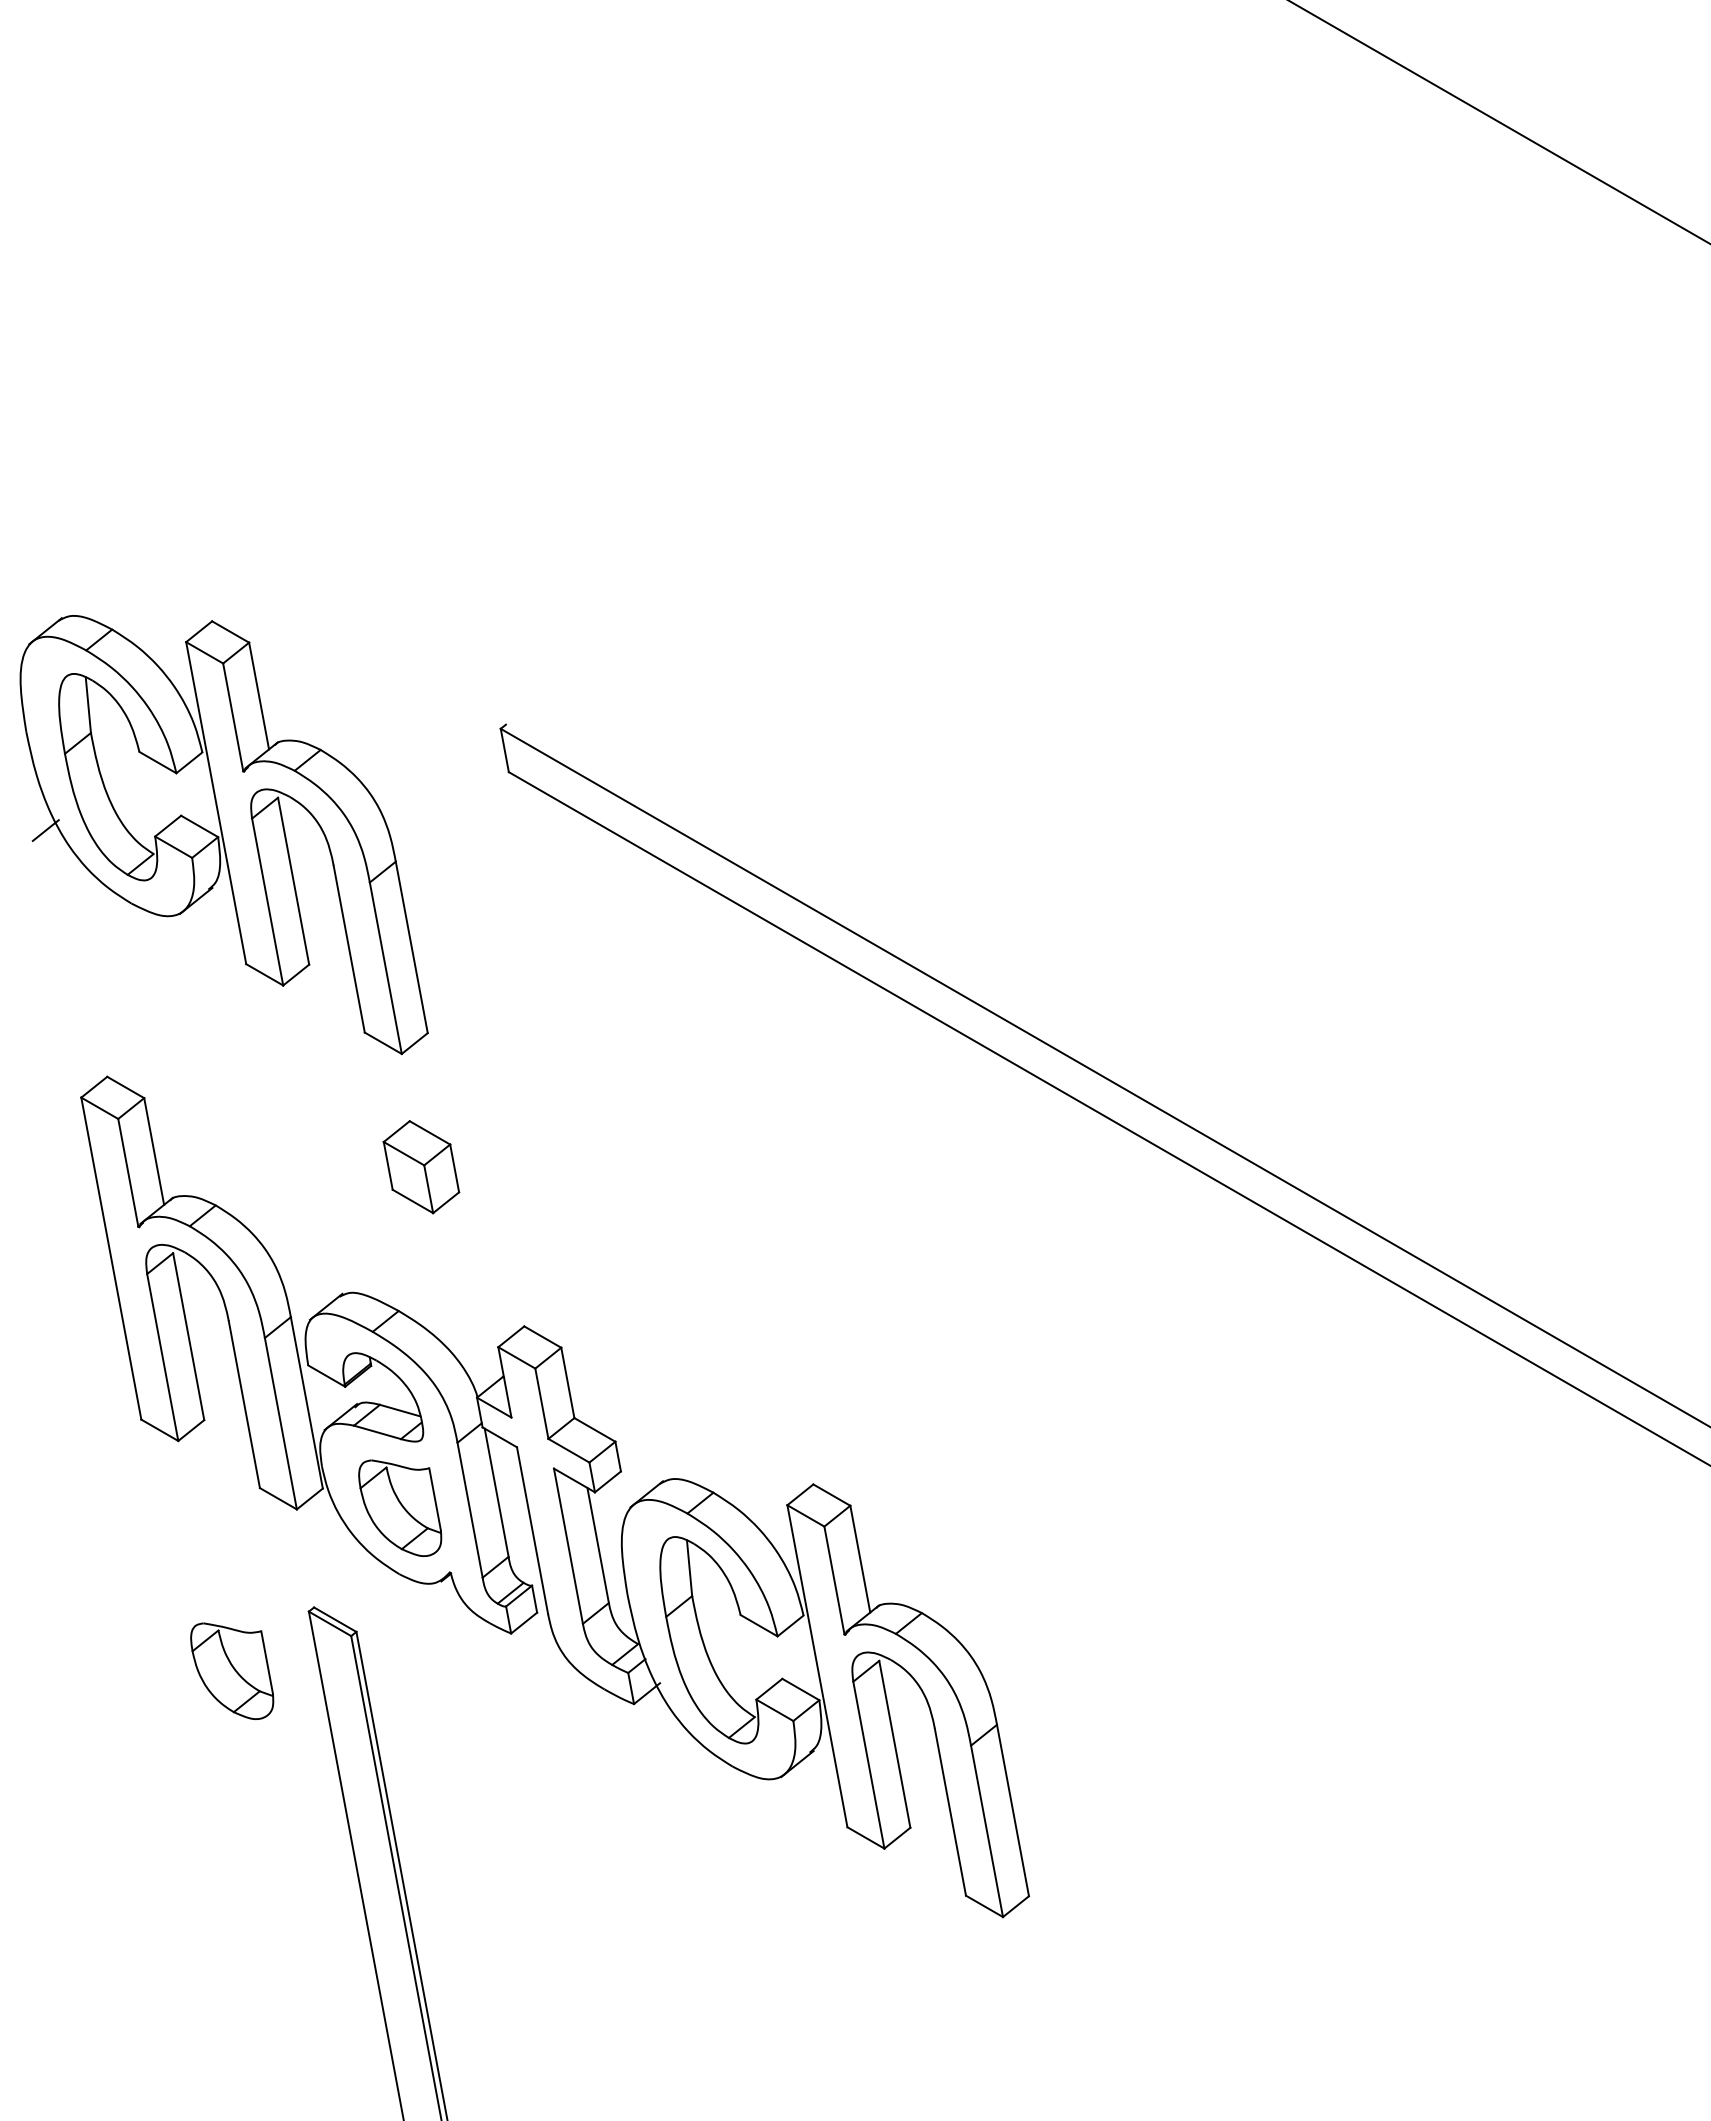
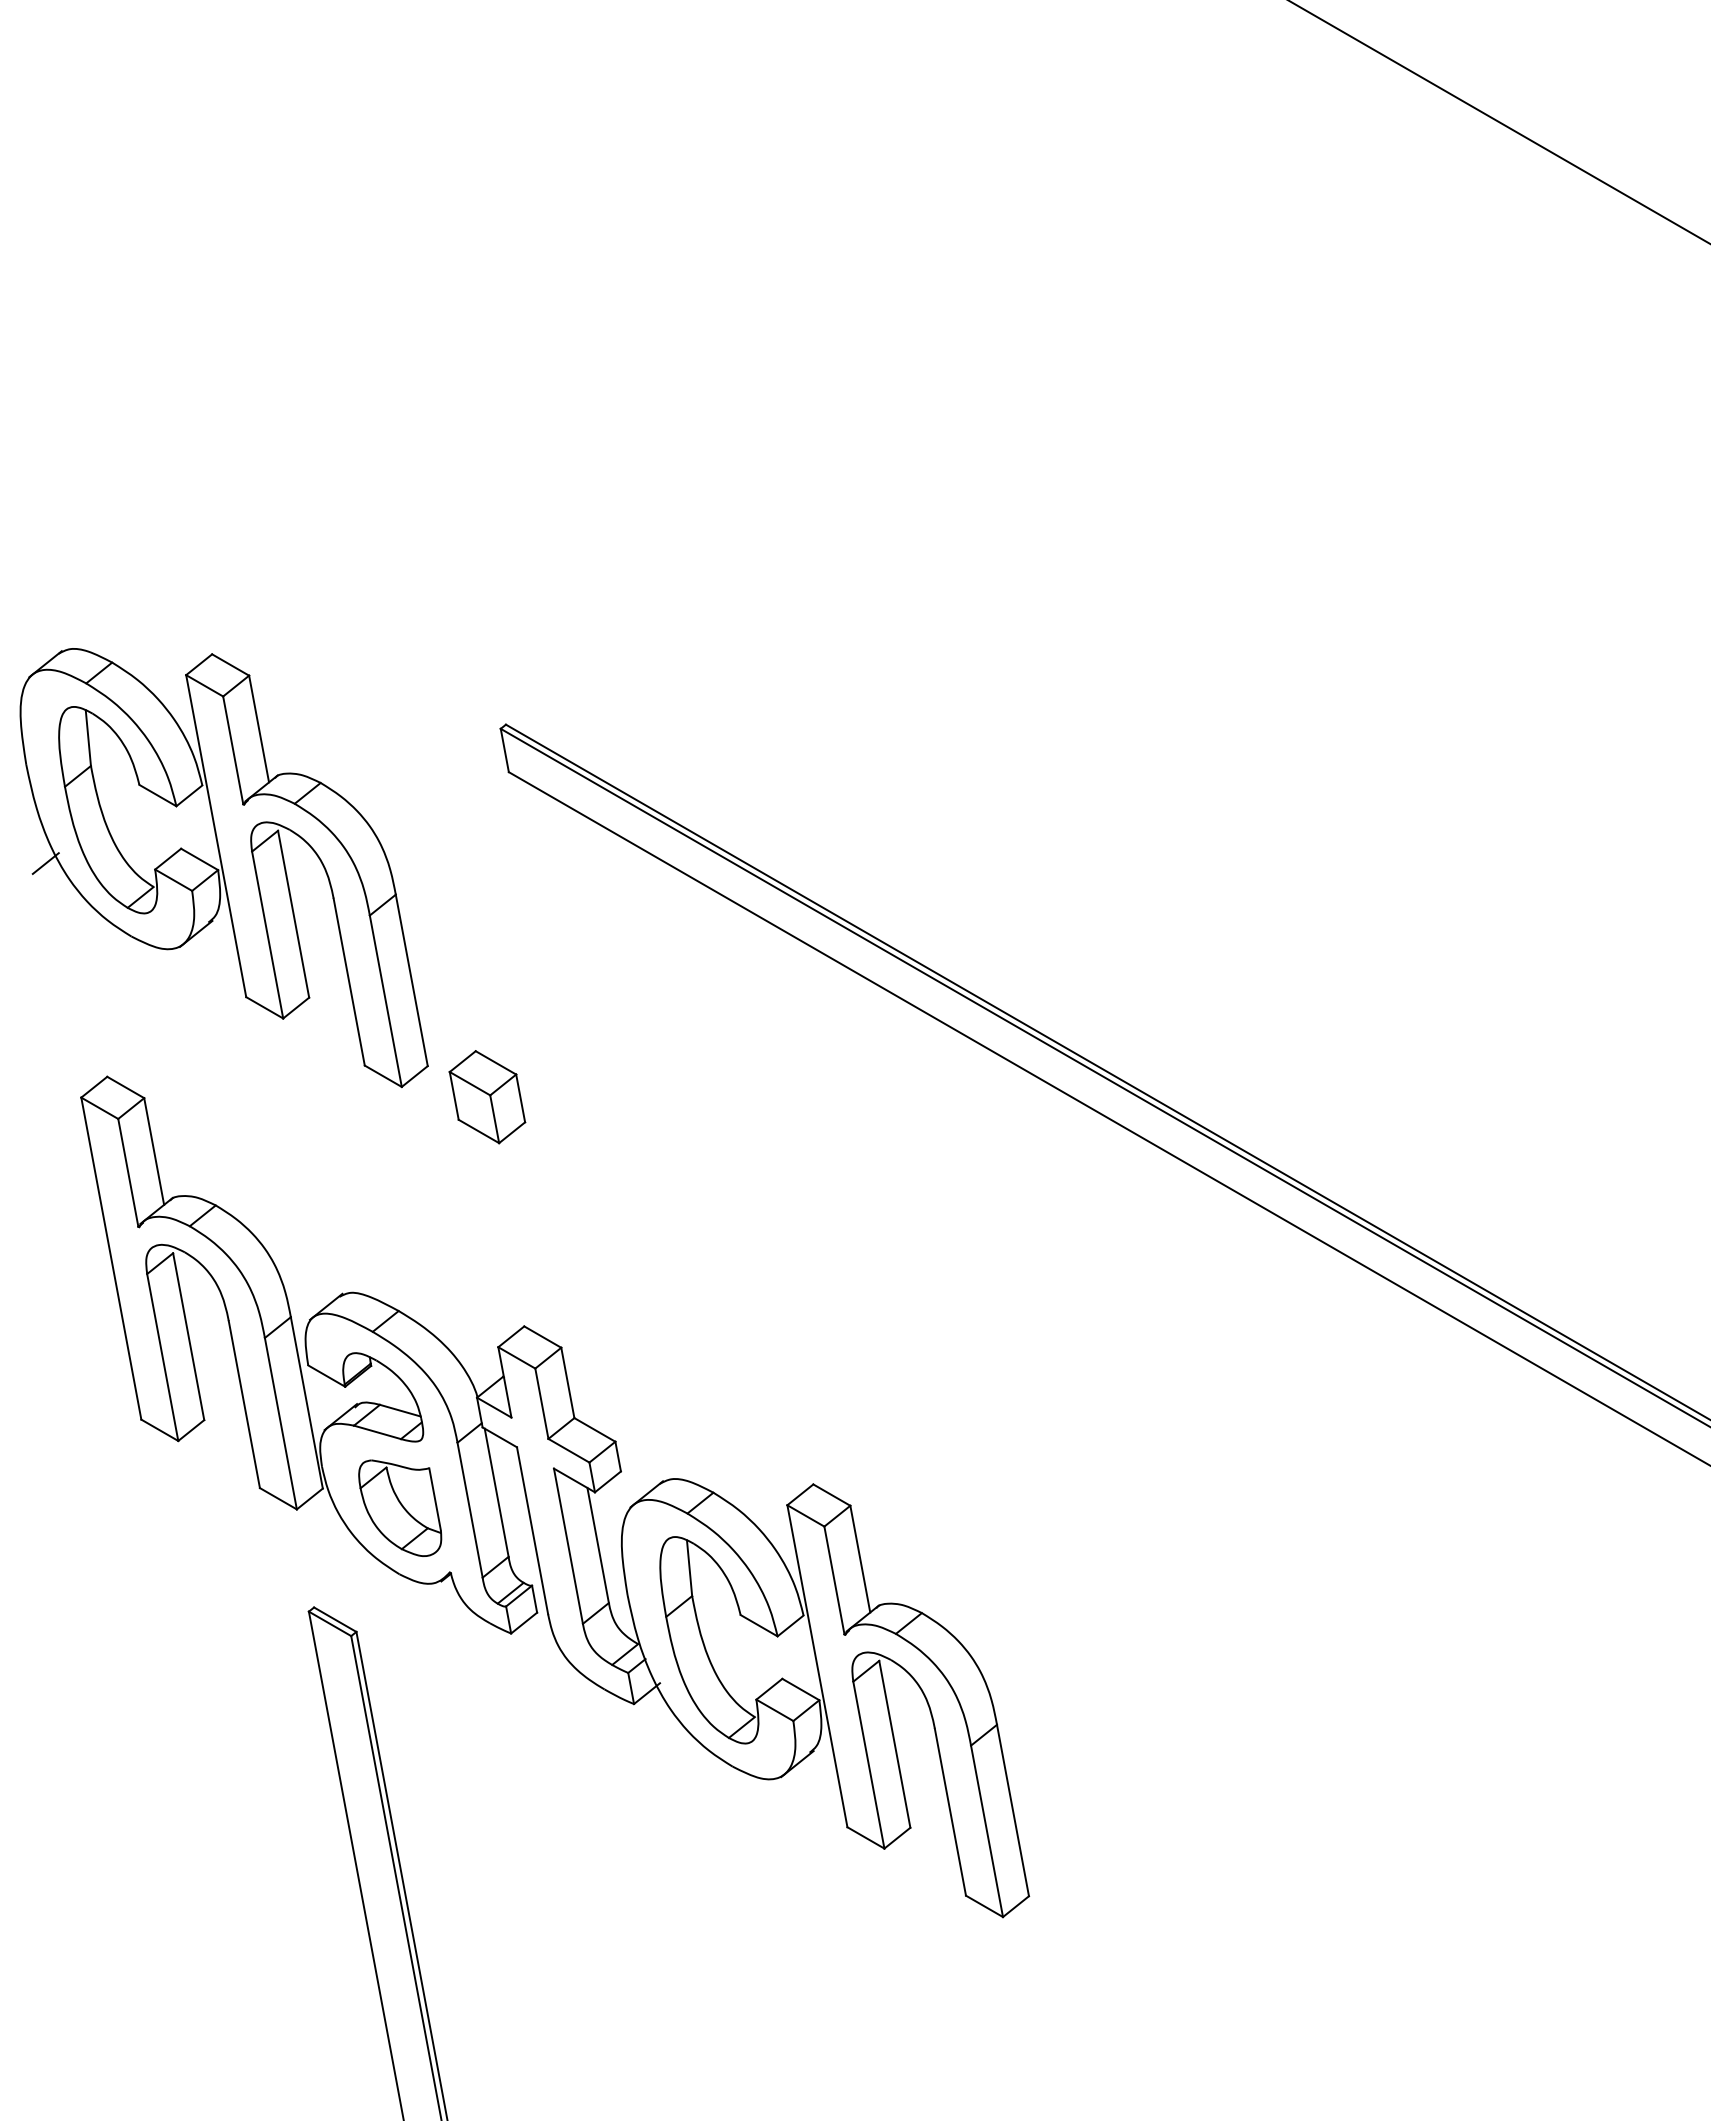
part at (223, 835) position: (223, 835) -> (223, 868)
line at (1106, 1071): none -> present
part at (421, 1167) position: (421, 1167) -> (487, 1097)
part at (232, 1670): present -> none
